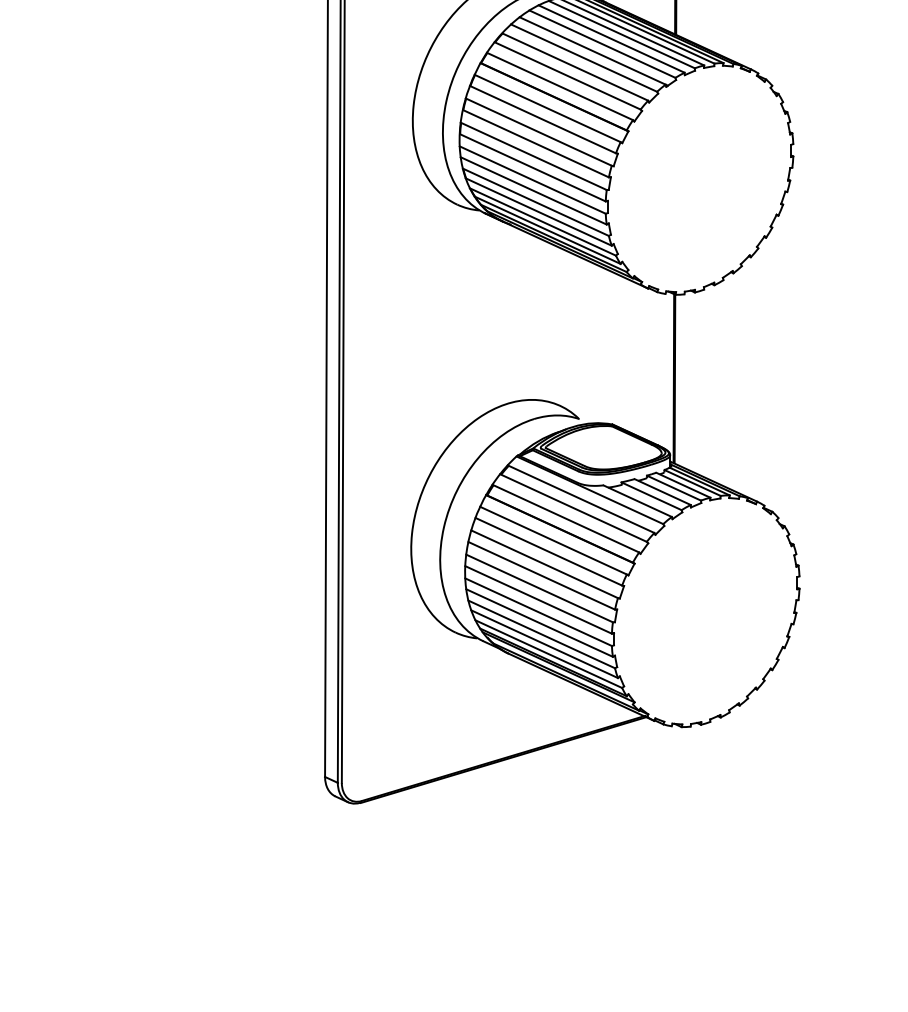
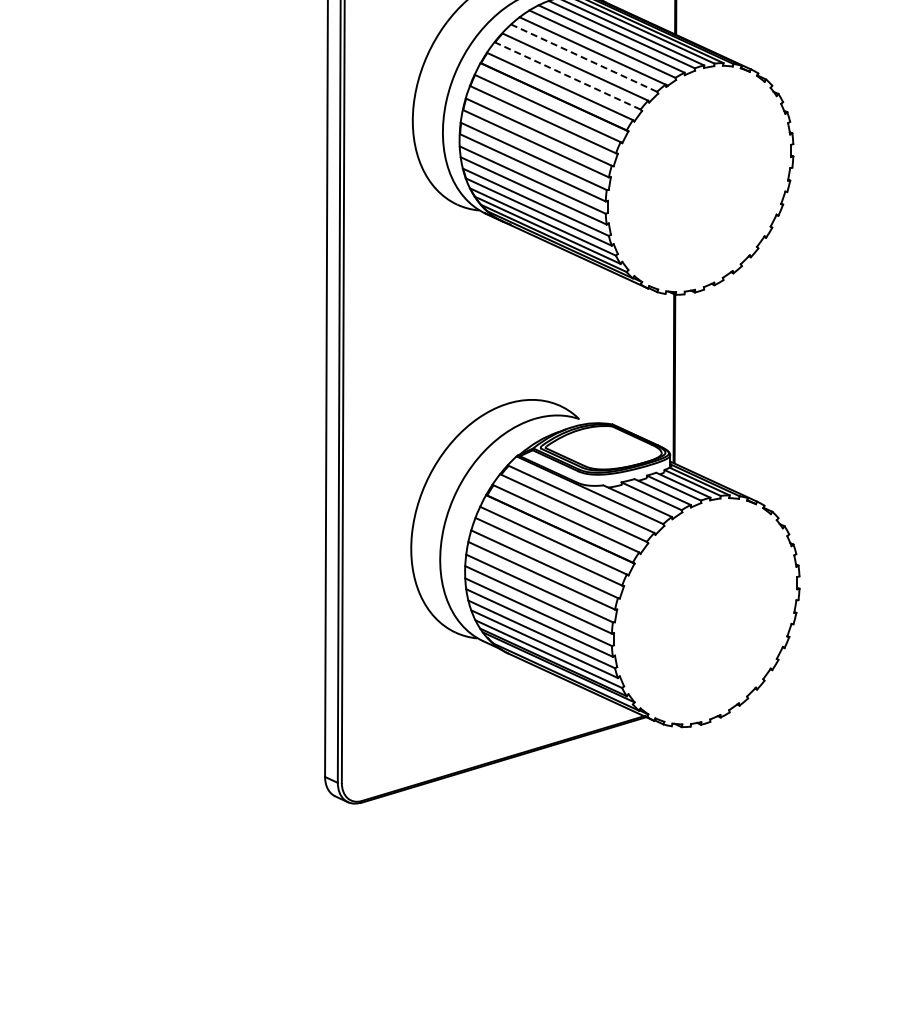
line at (583, 57): solid -> dashed
line at (567, 75): solid -> dashed
